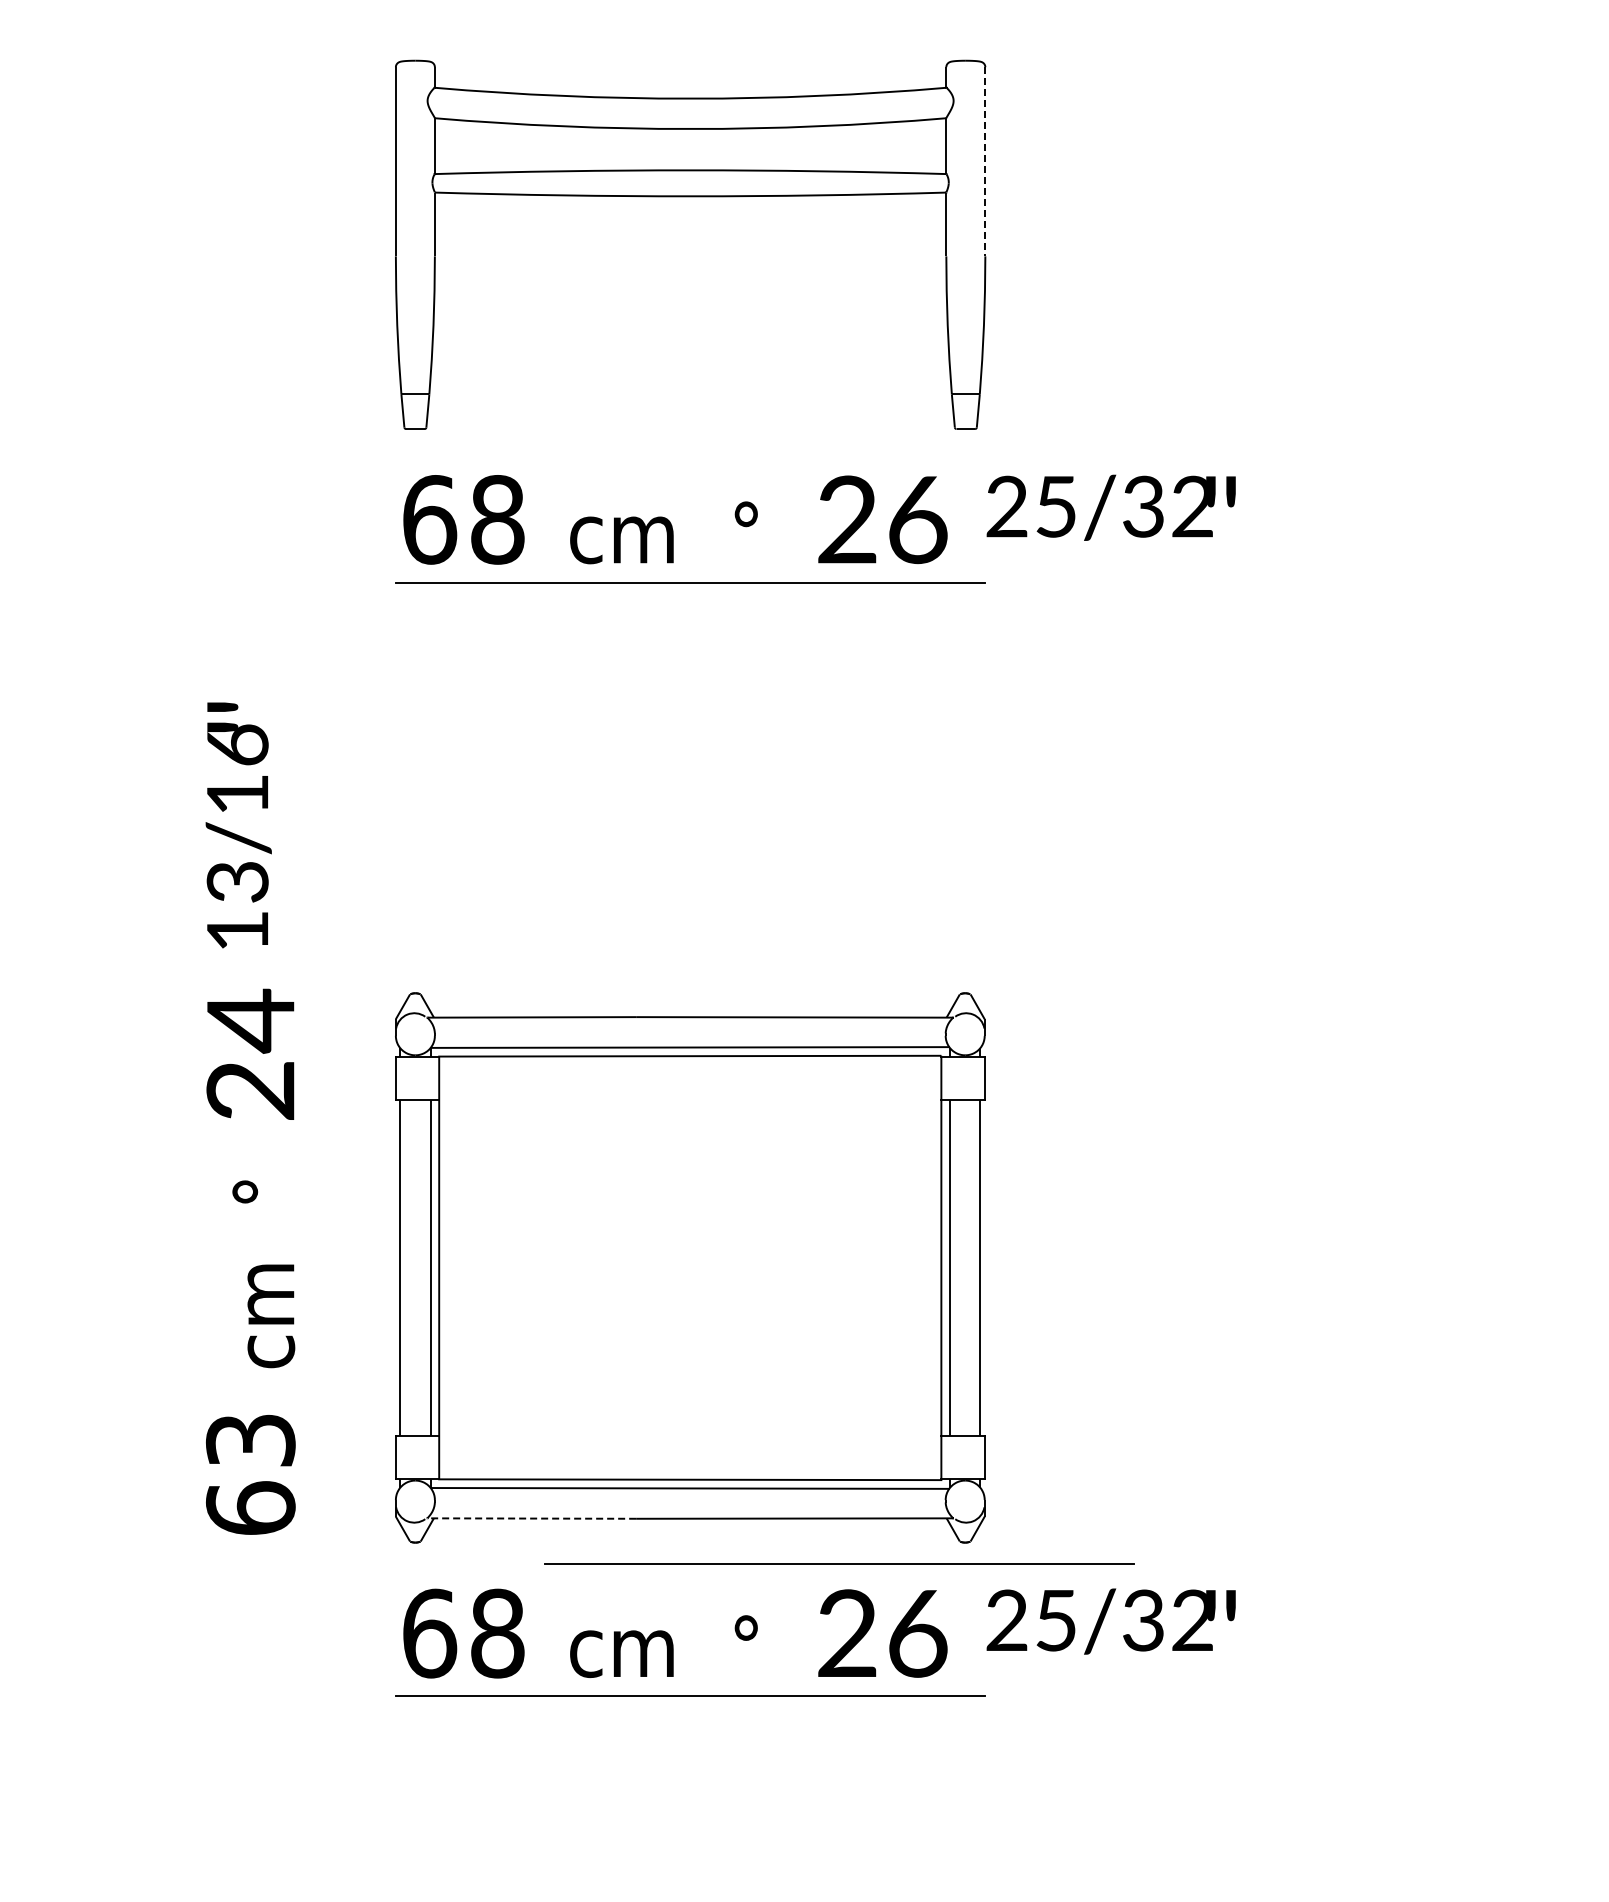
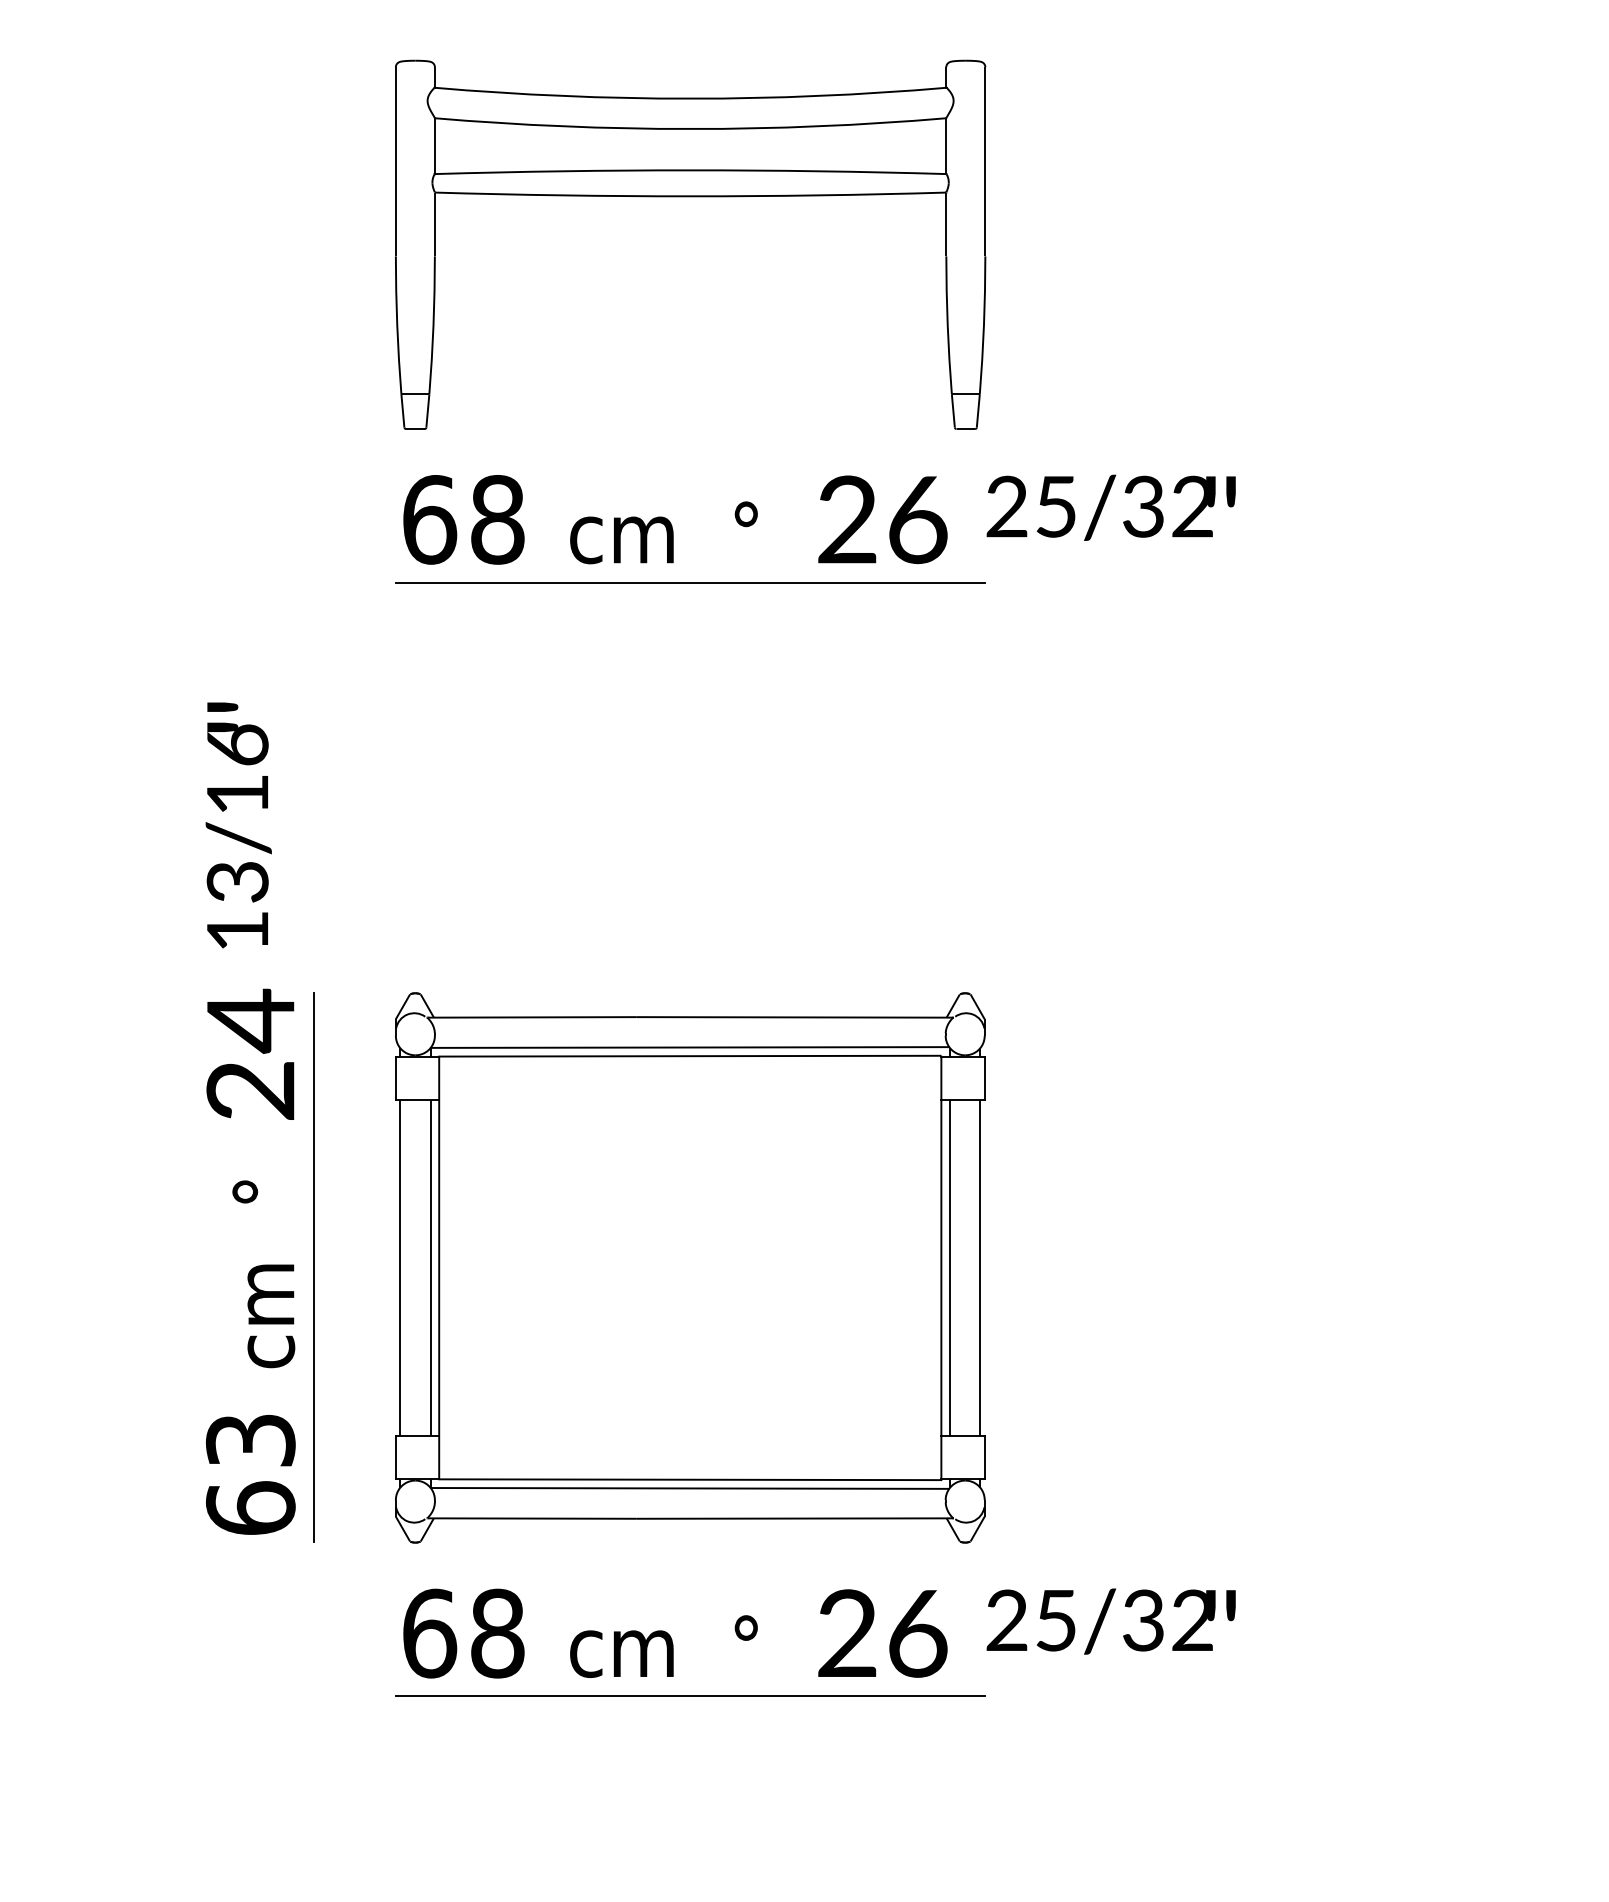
line at (985, 161): dashed -> solid
line at (313, 1267): none -> present
line at (531, 1518): dashed -> solid
line at (839, 1563): present -> none
